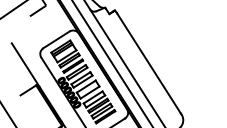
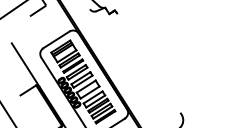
line at (112, 63): present -> none
line at (124, 63): present -> none
line at (148, 63): present -> none
